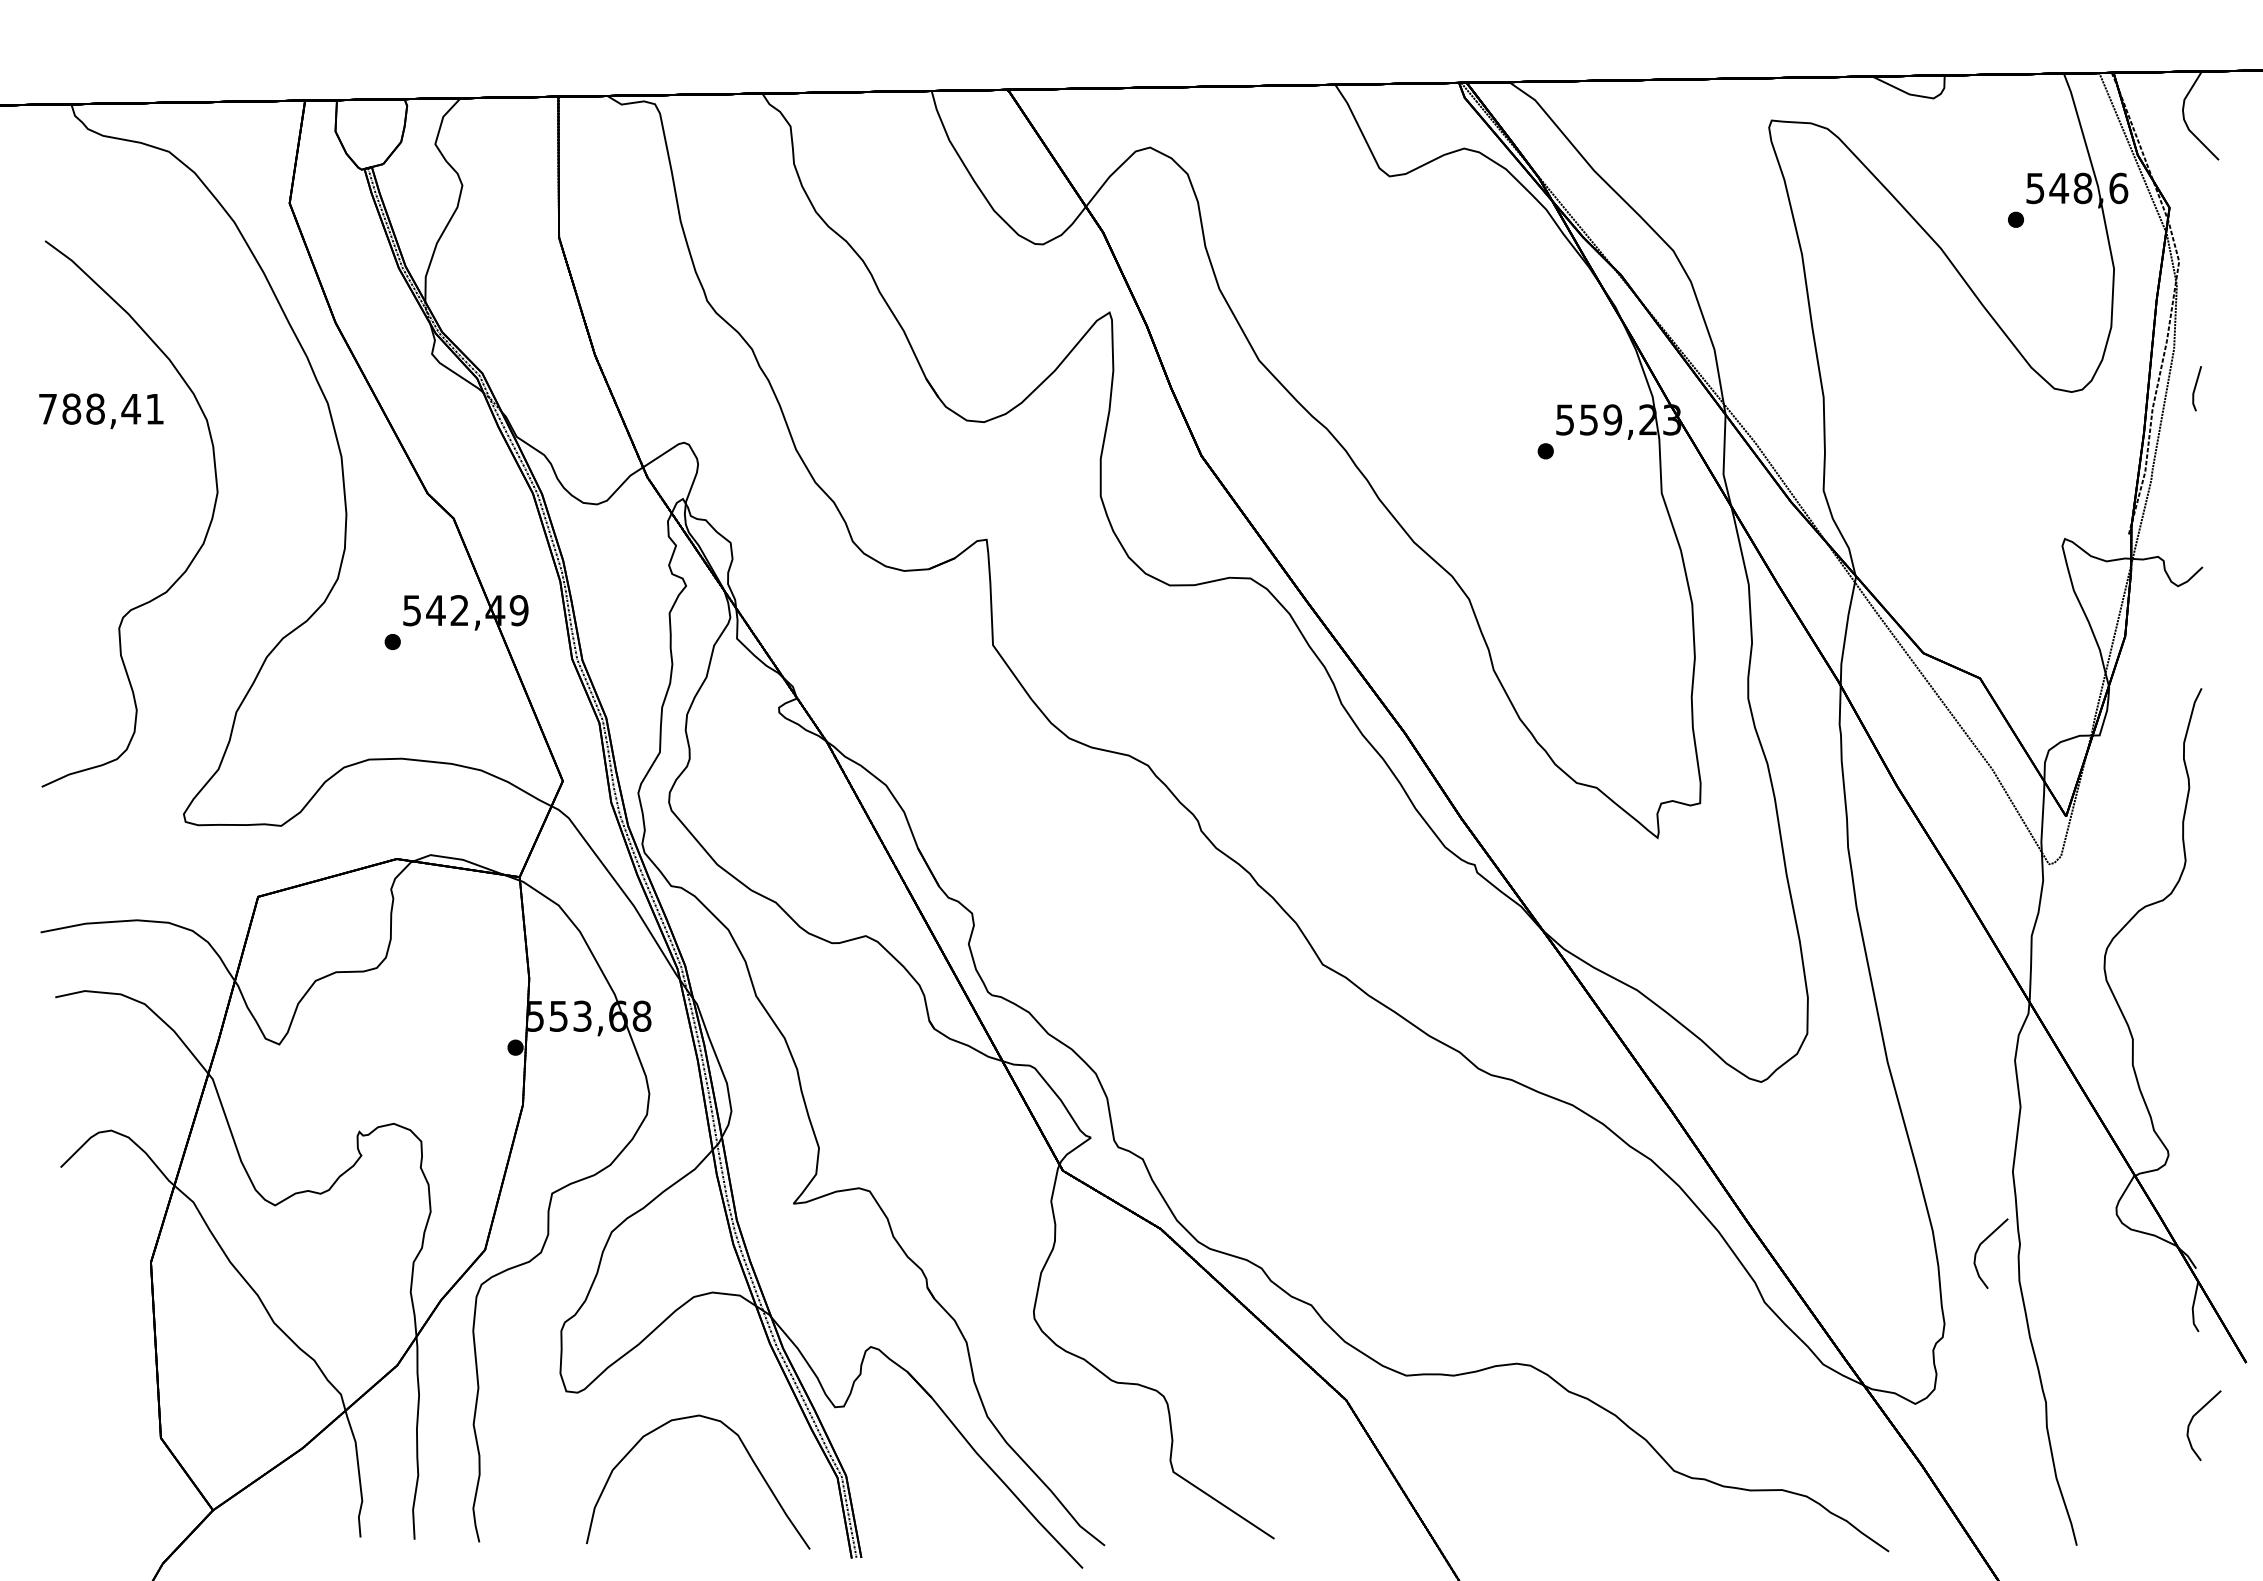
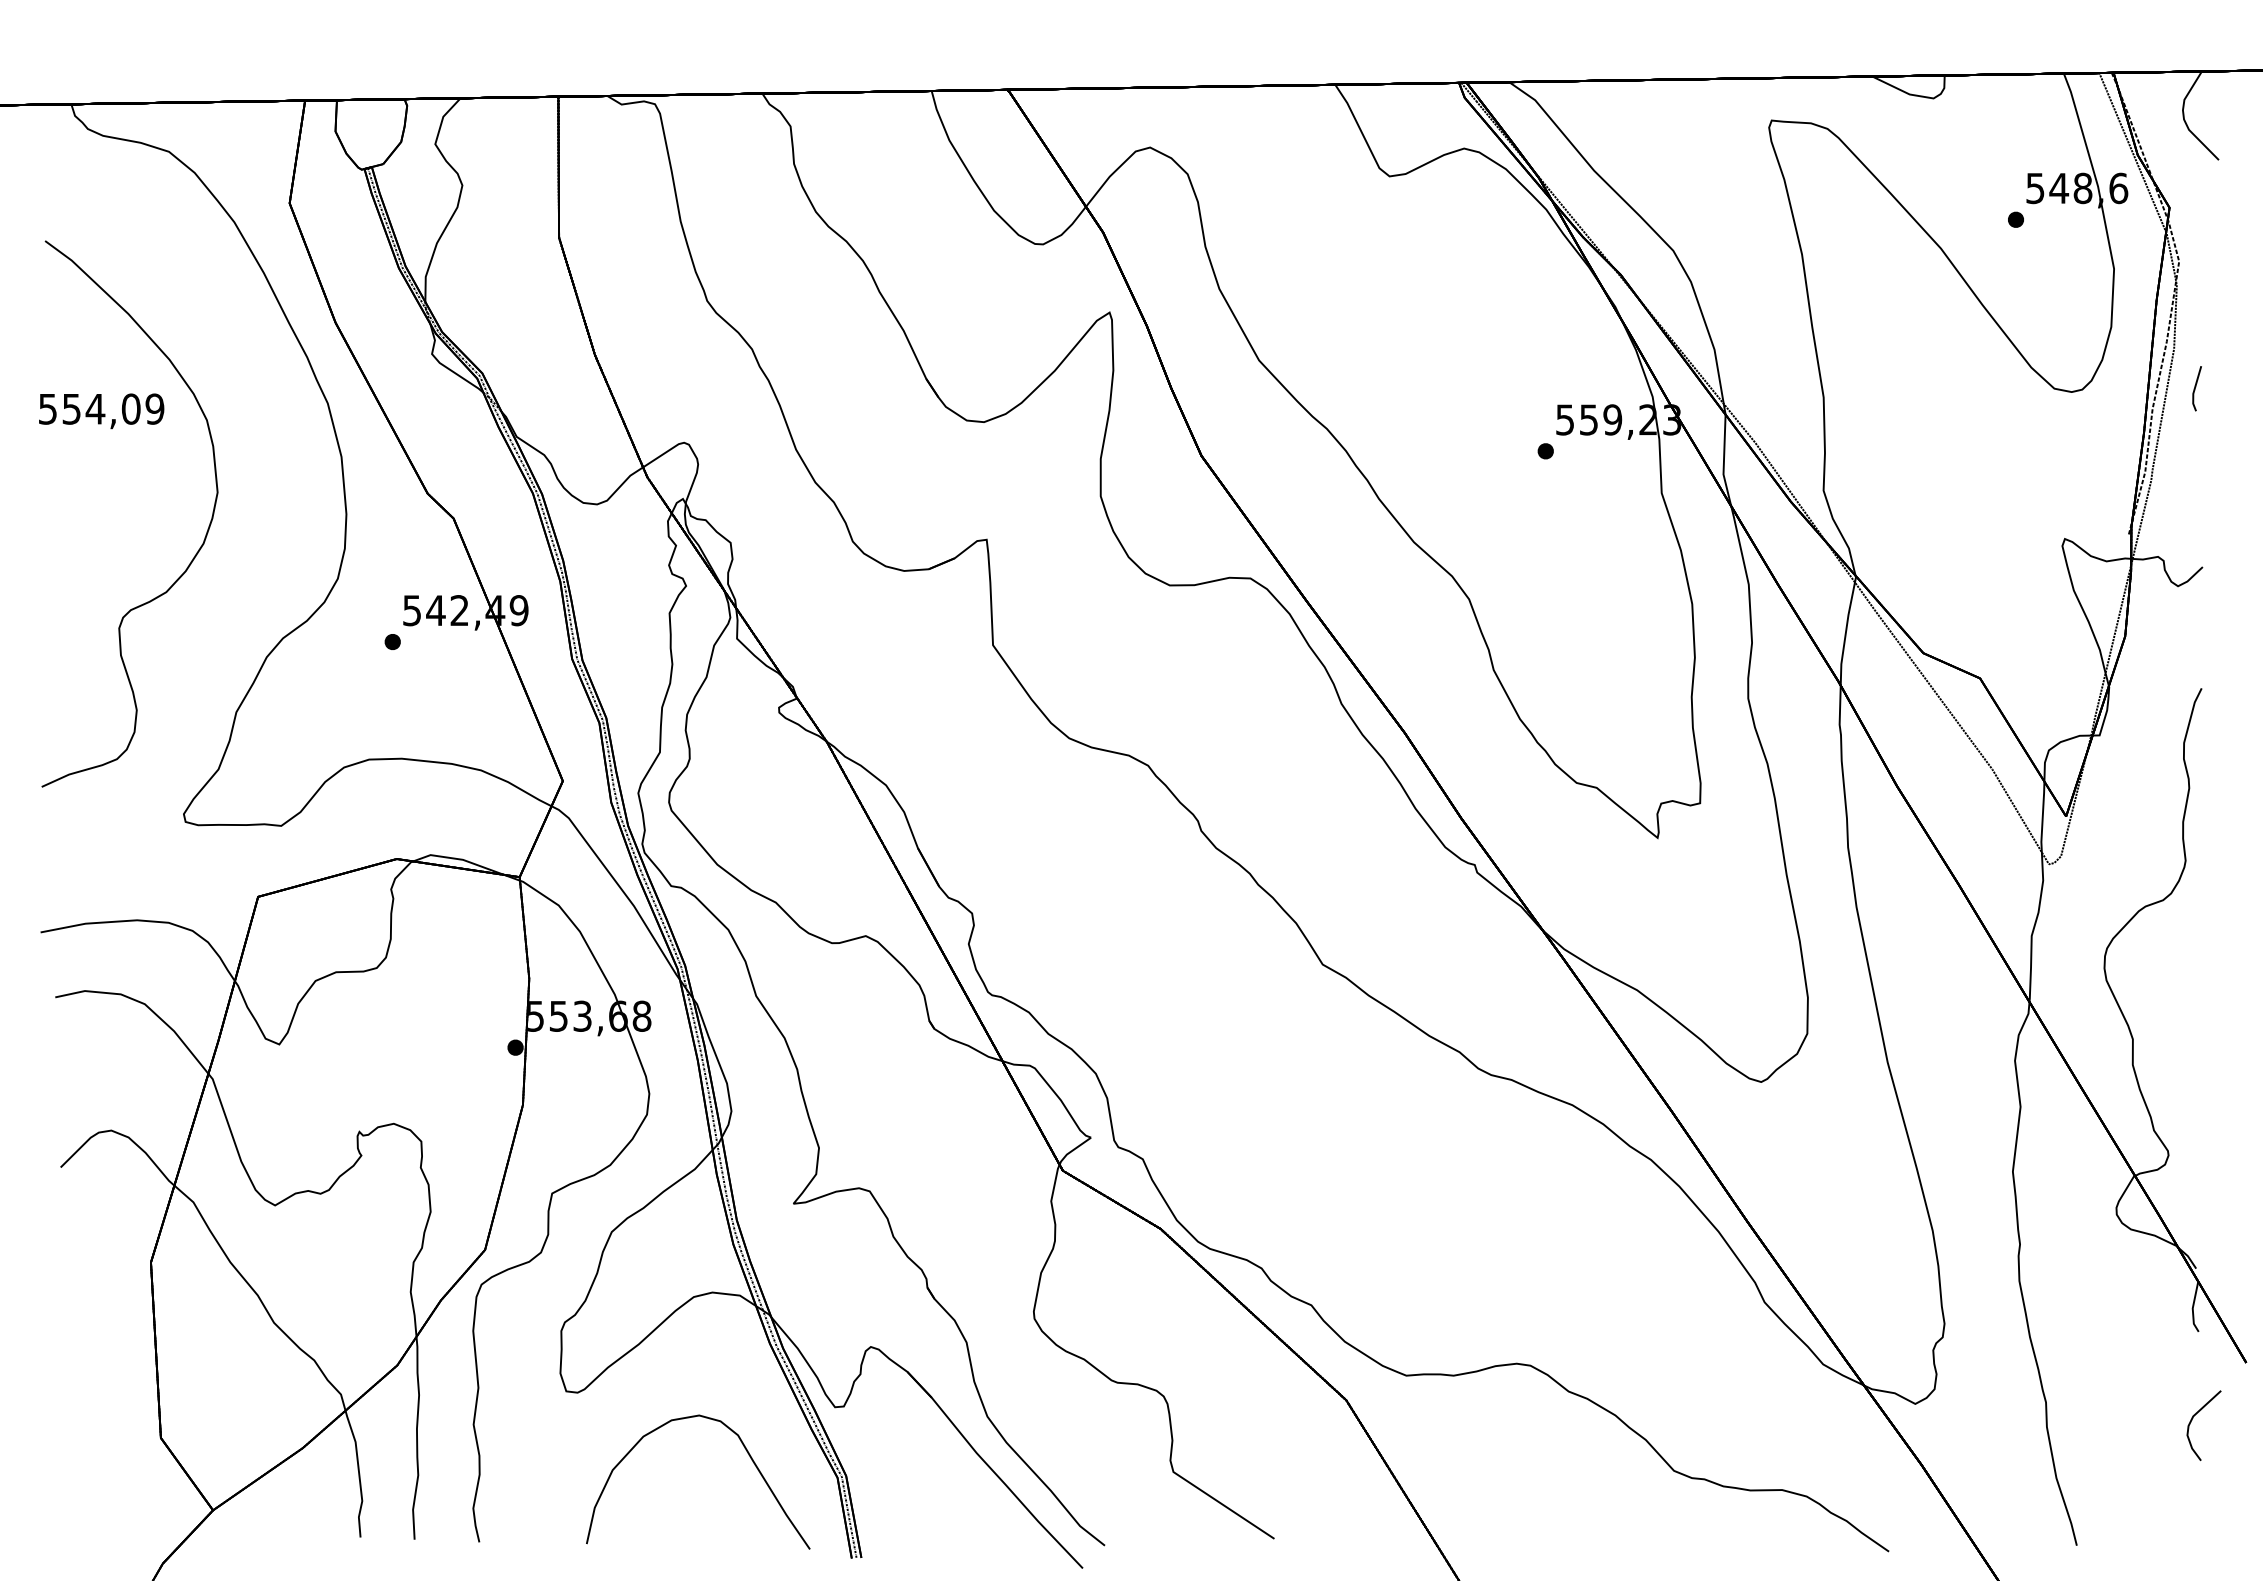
text at (101, 408): 788,41 -> 554,09
curve at (1979, 1248): present -> none
